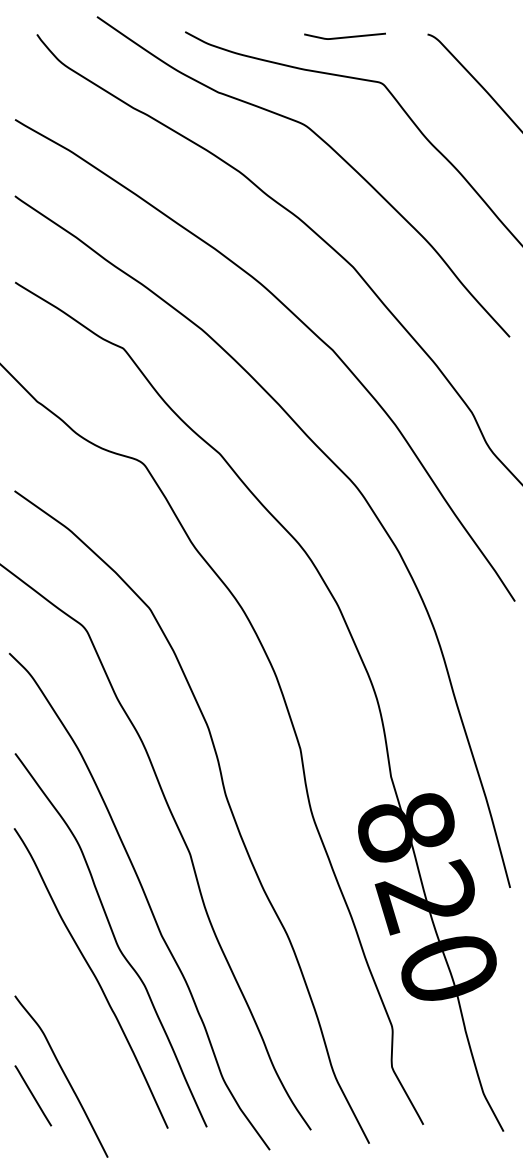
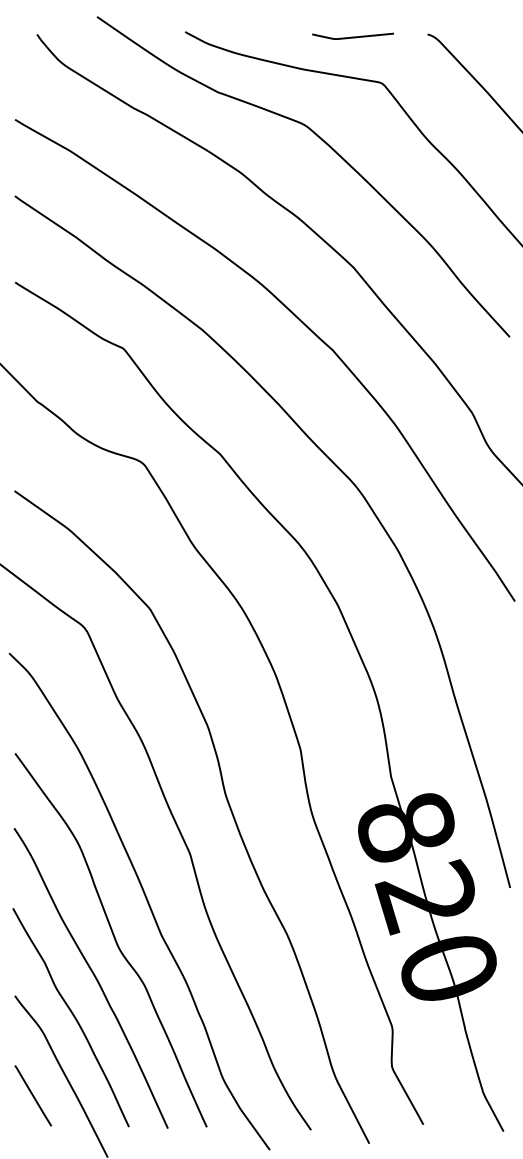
curve at (344, 36) position: (344, 36) -> (352, 36)
curve at (72, 1015): none -> present
